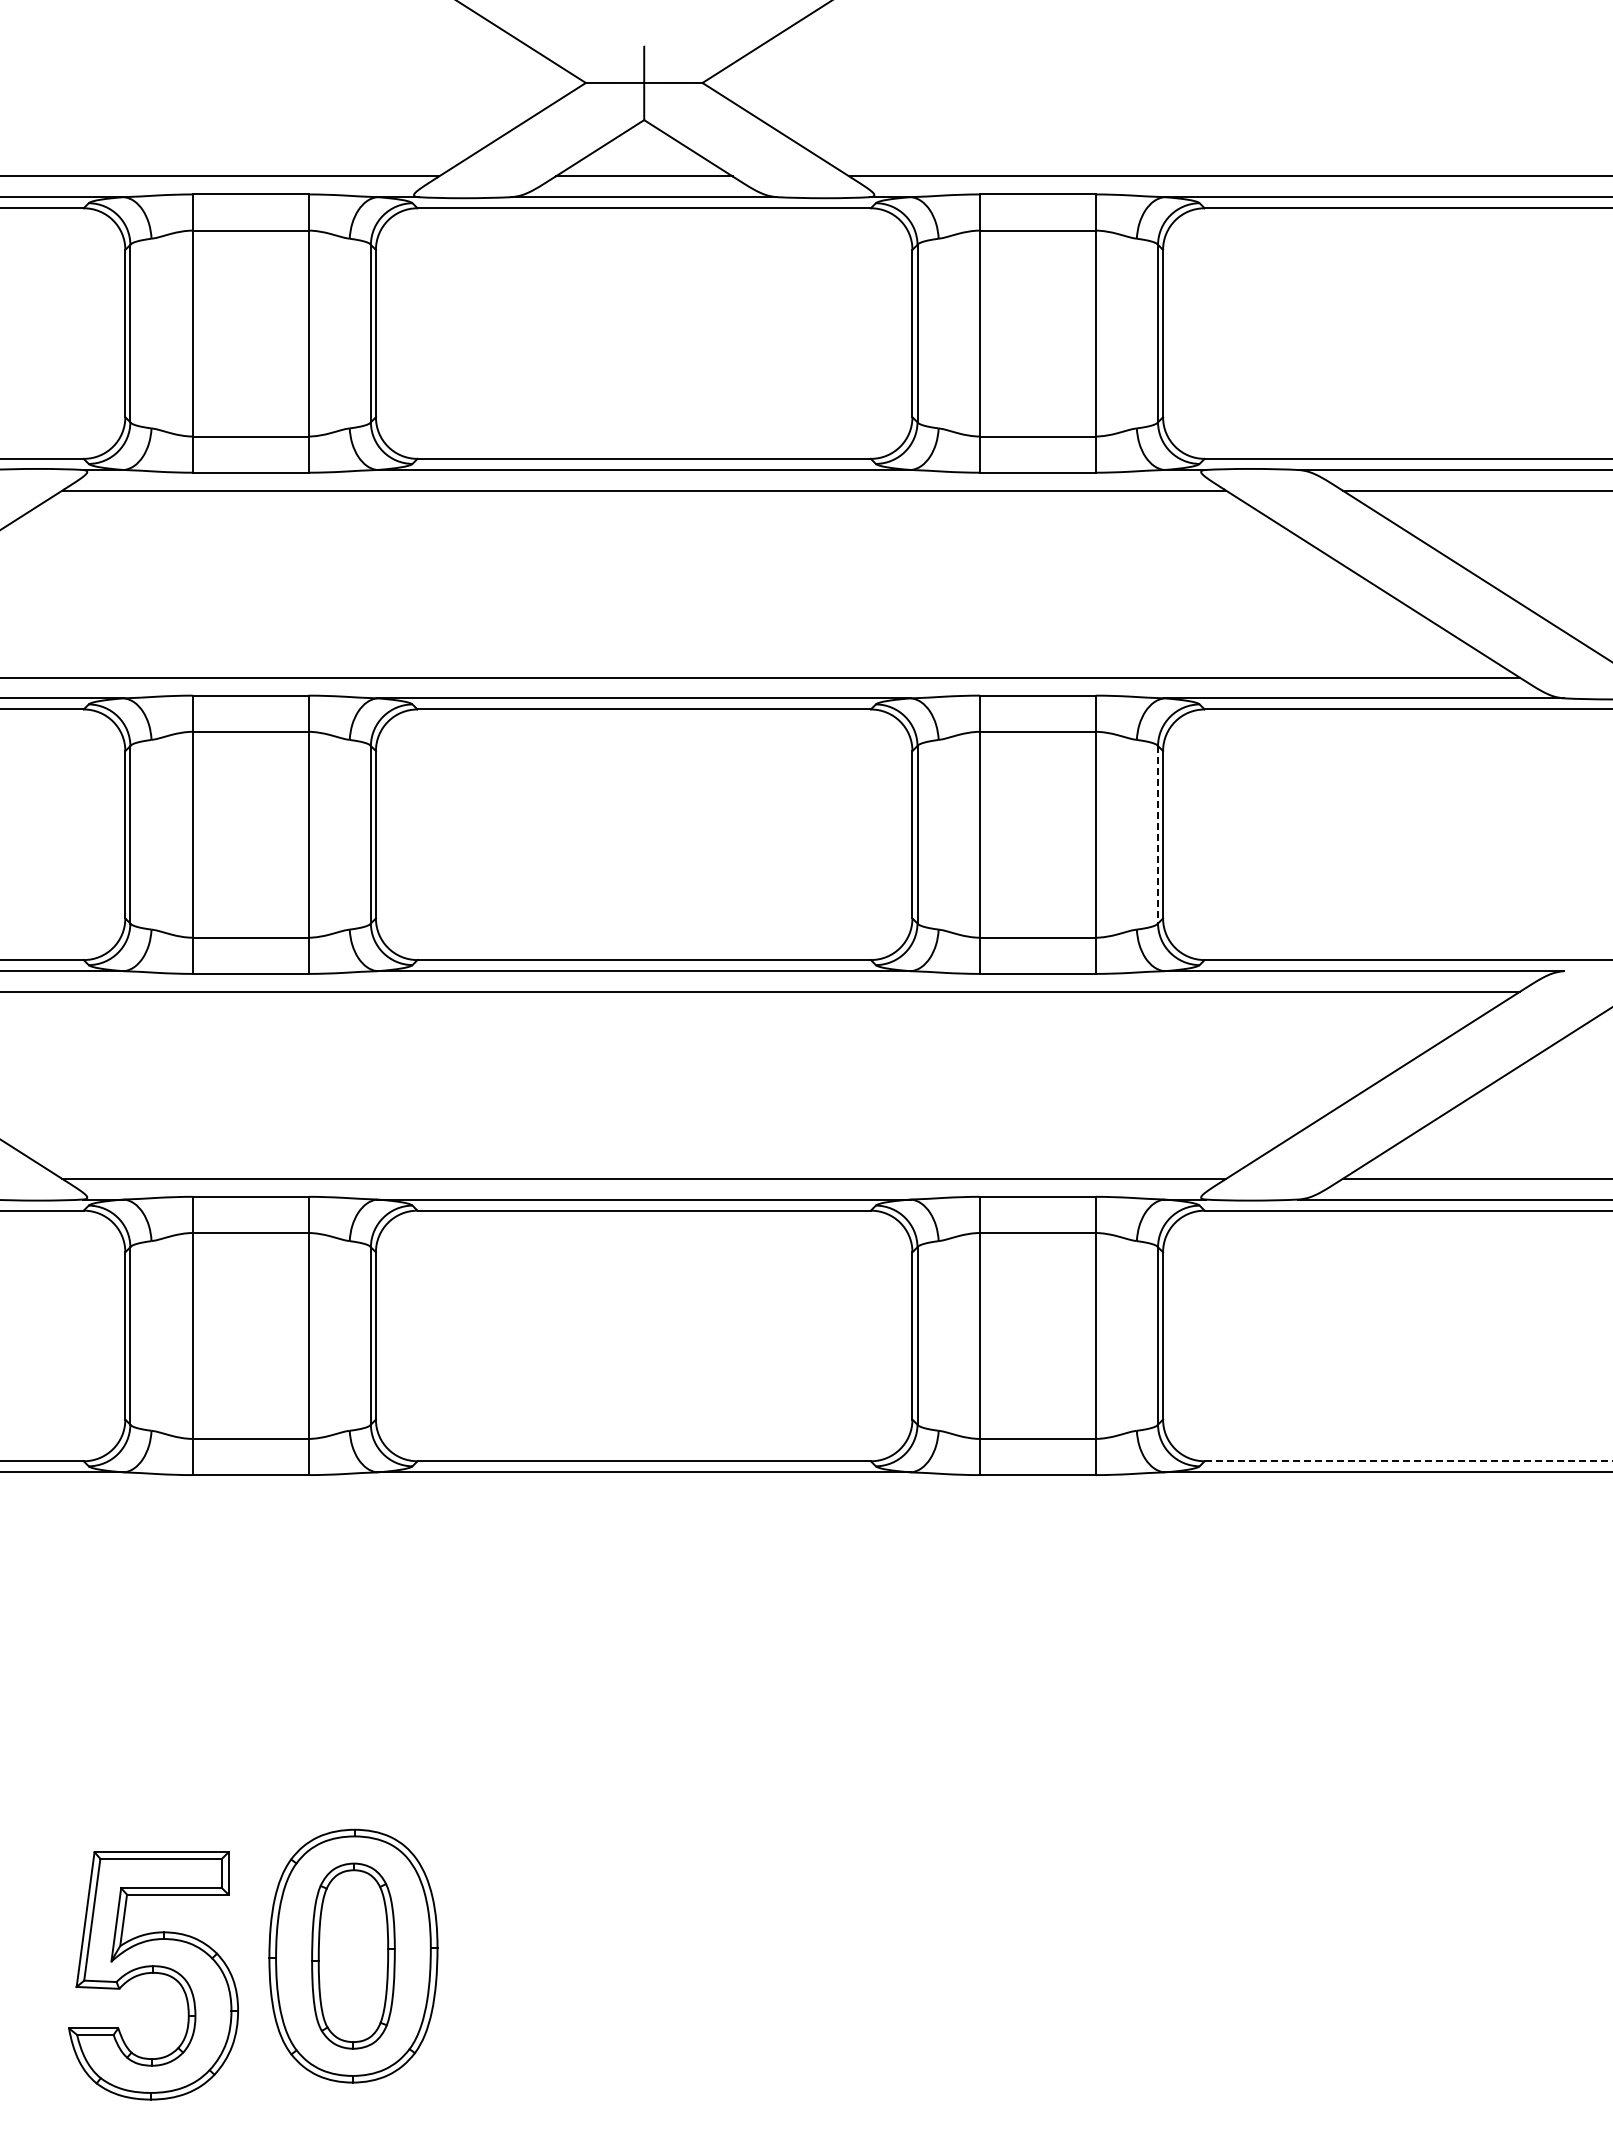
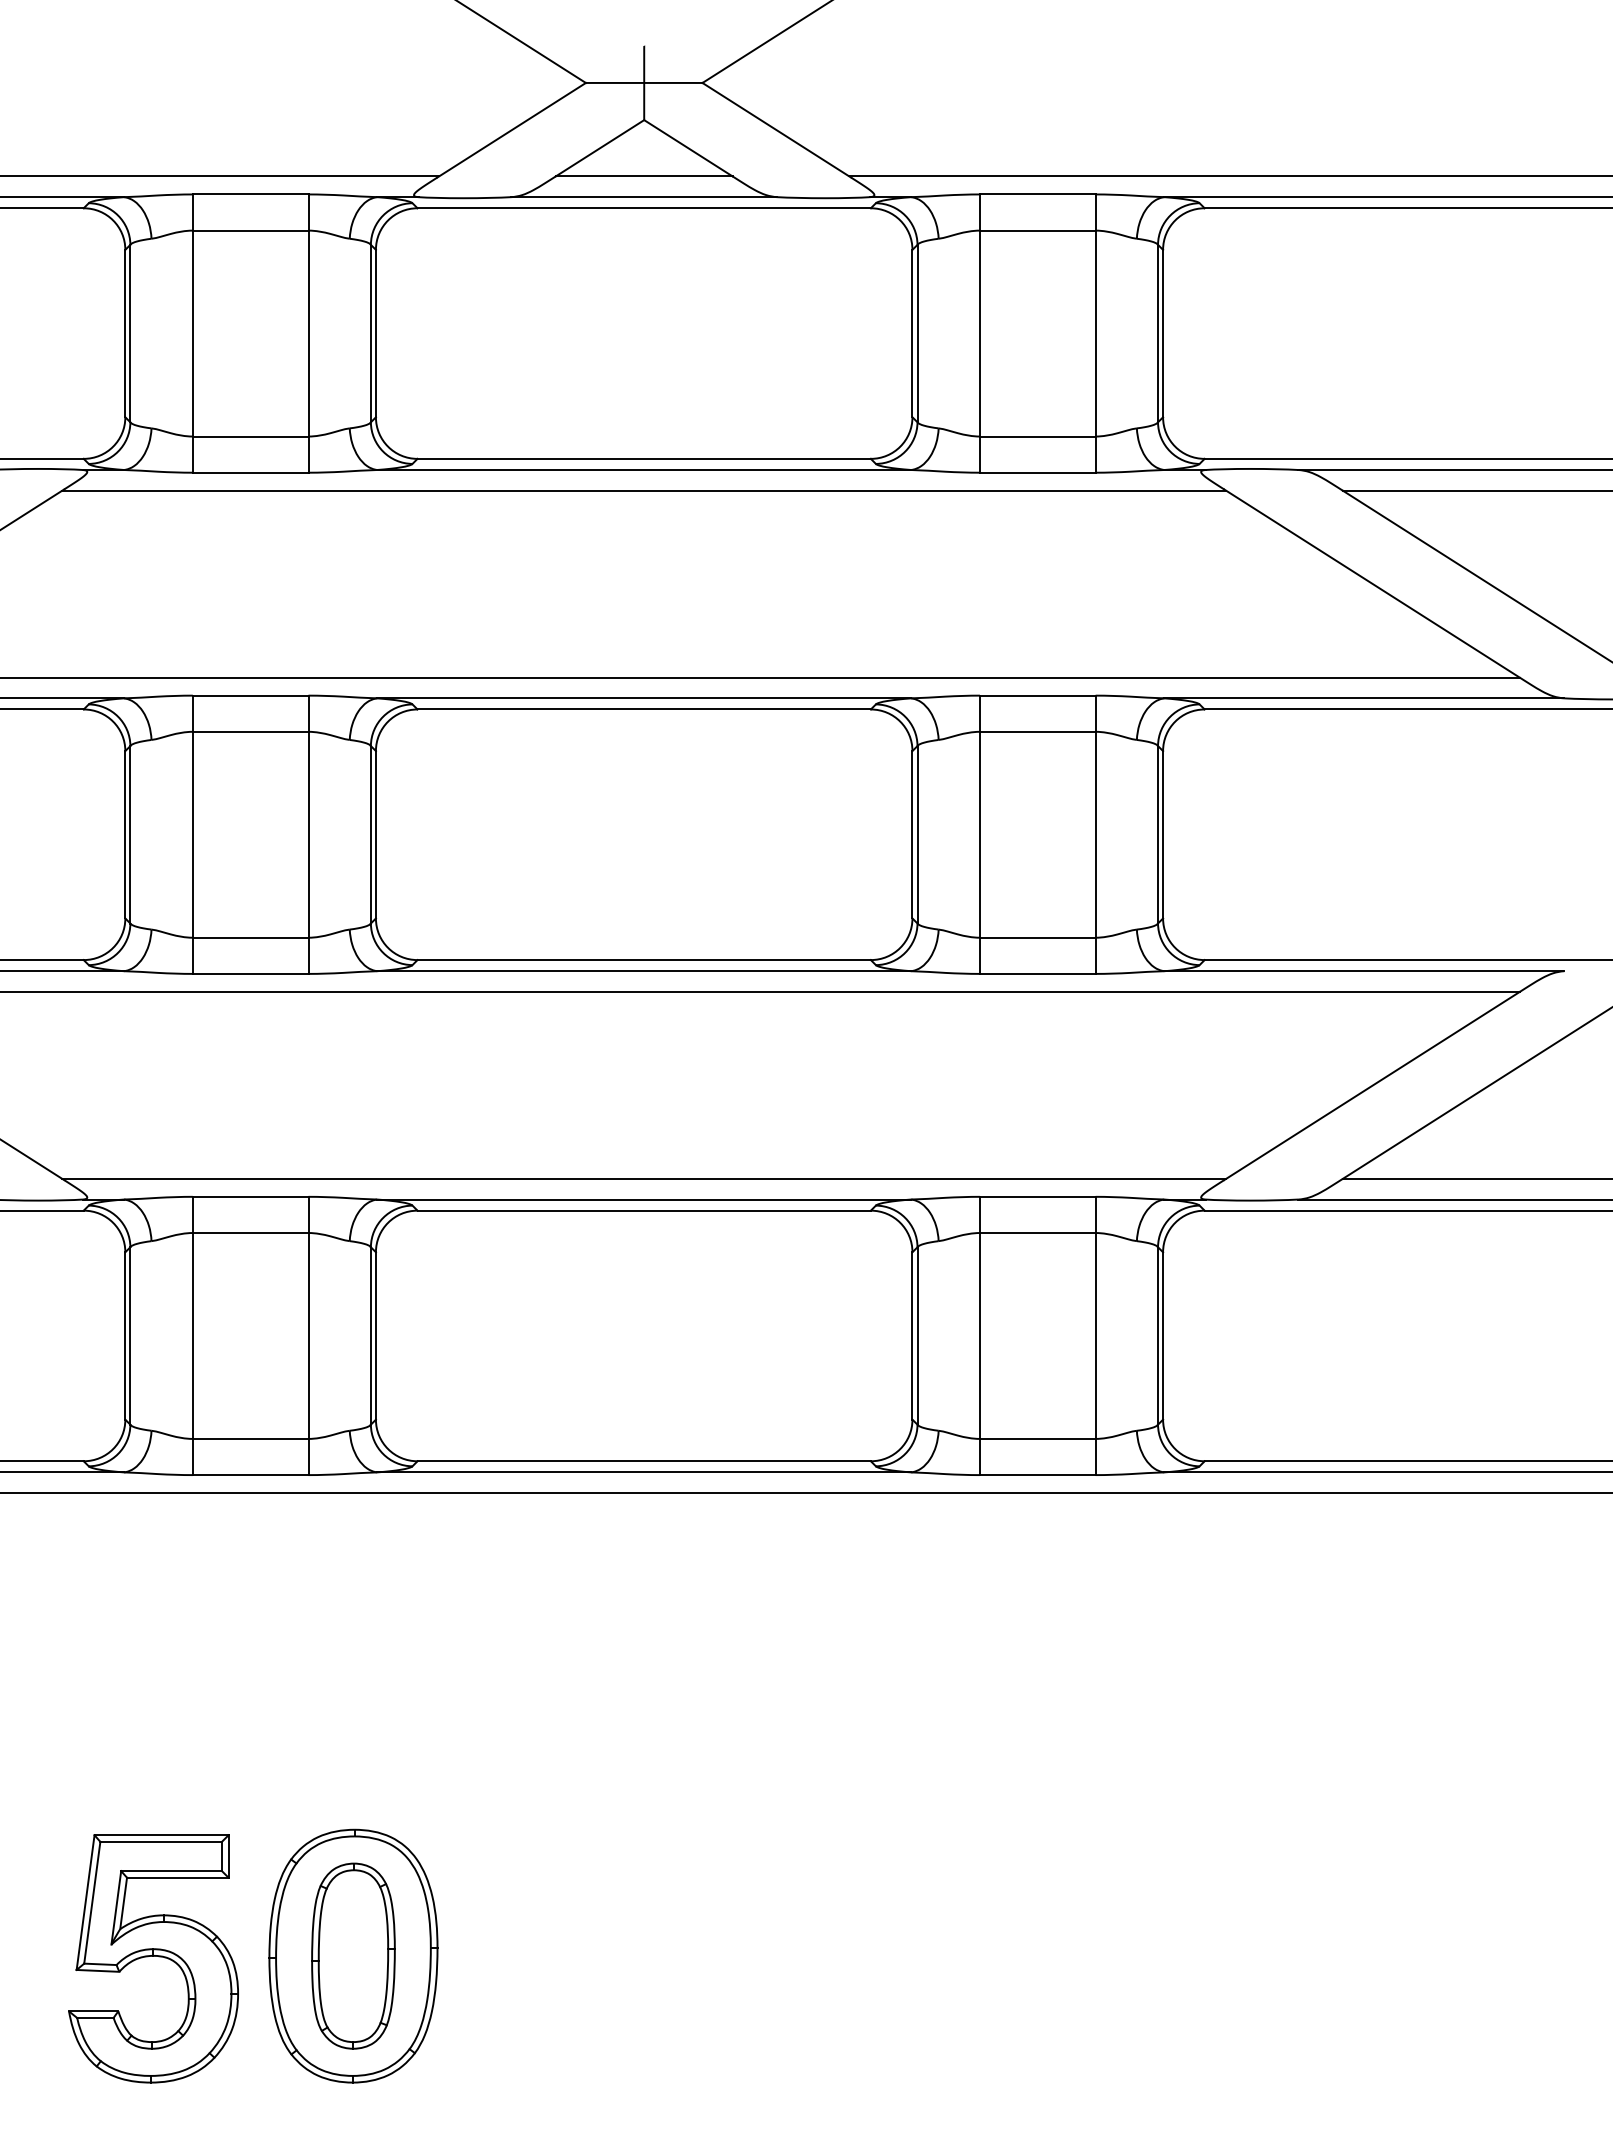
line at (1158, 834): dashed -> solid
line at (1408, 1461): dashed -> solid
line at (805, 1493): none -> present
part at (153, 1975) position: (153, 1975) -> (153, 1958)
